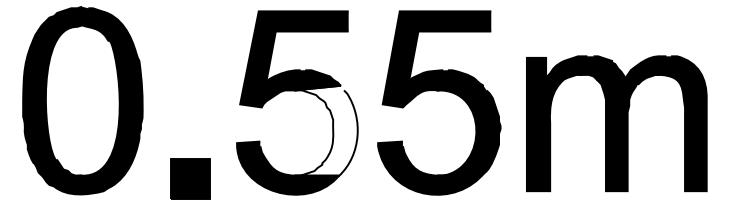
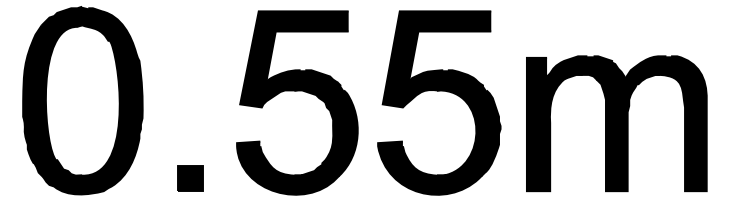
fill at (325, 130): none -> present
part at (190, 178) size: 41x42 px -> 27x27 px
